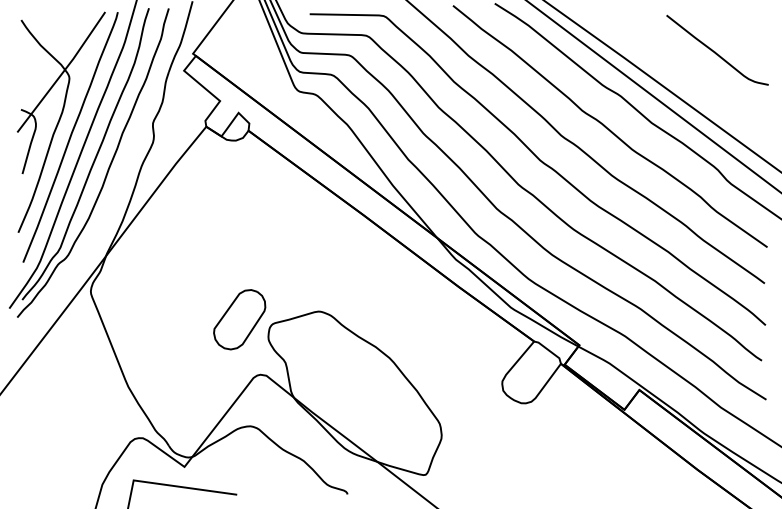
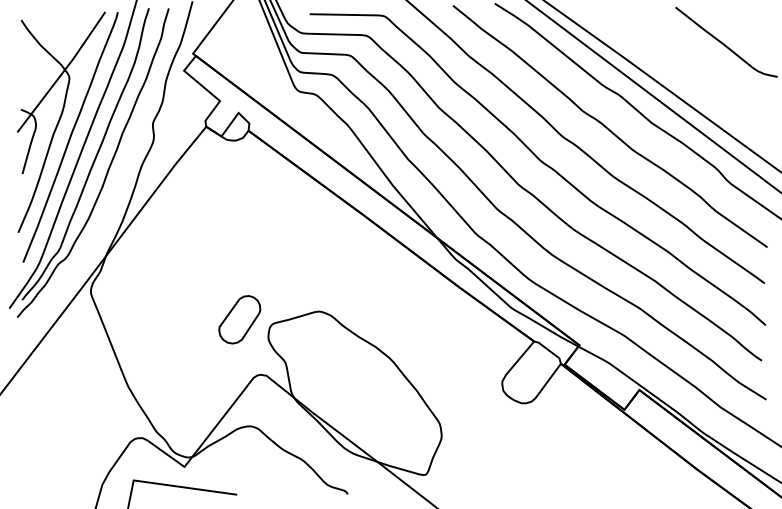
curve at (715, 51) position: (715, 51) -> (724, 43)
part at (239, 319) size: 54x62 px -> 44x50 px
